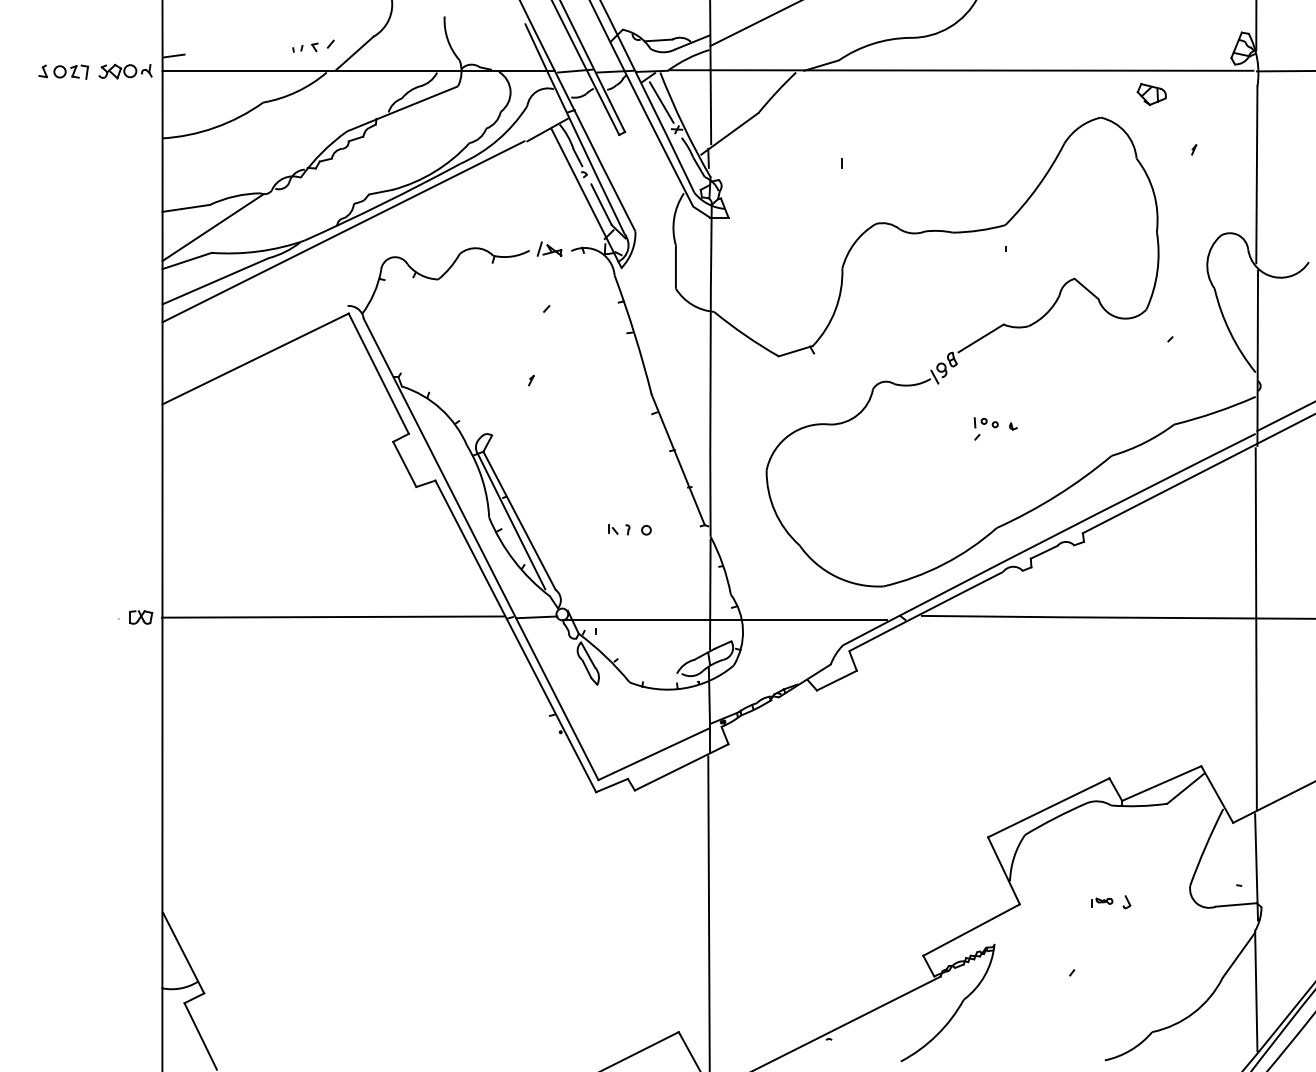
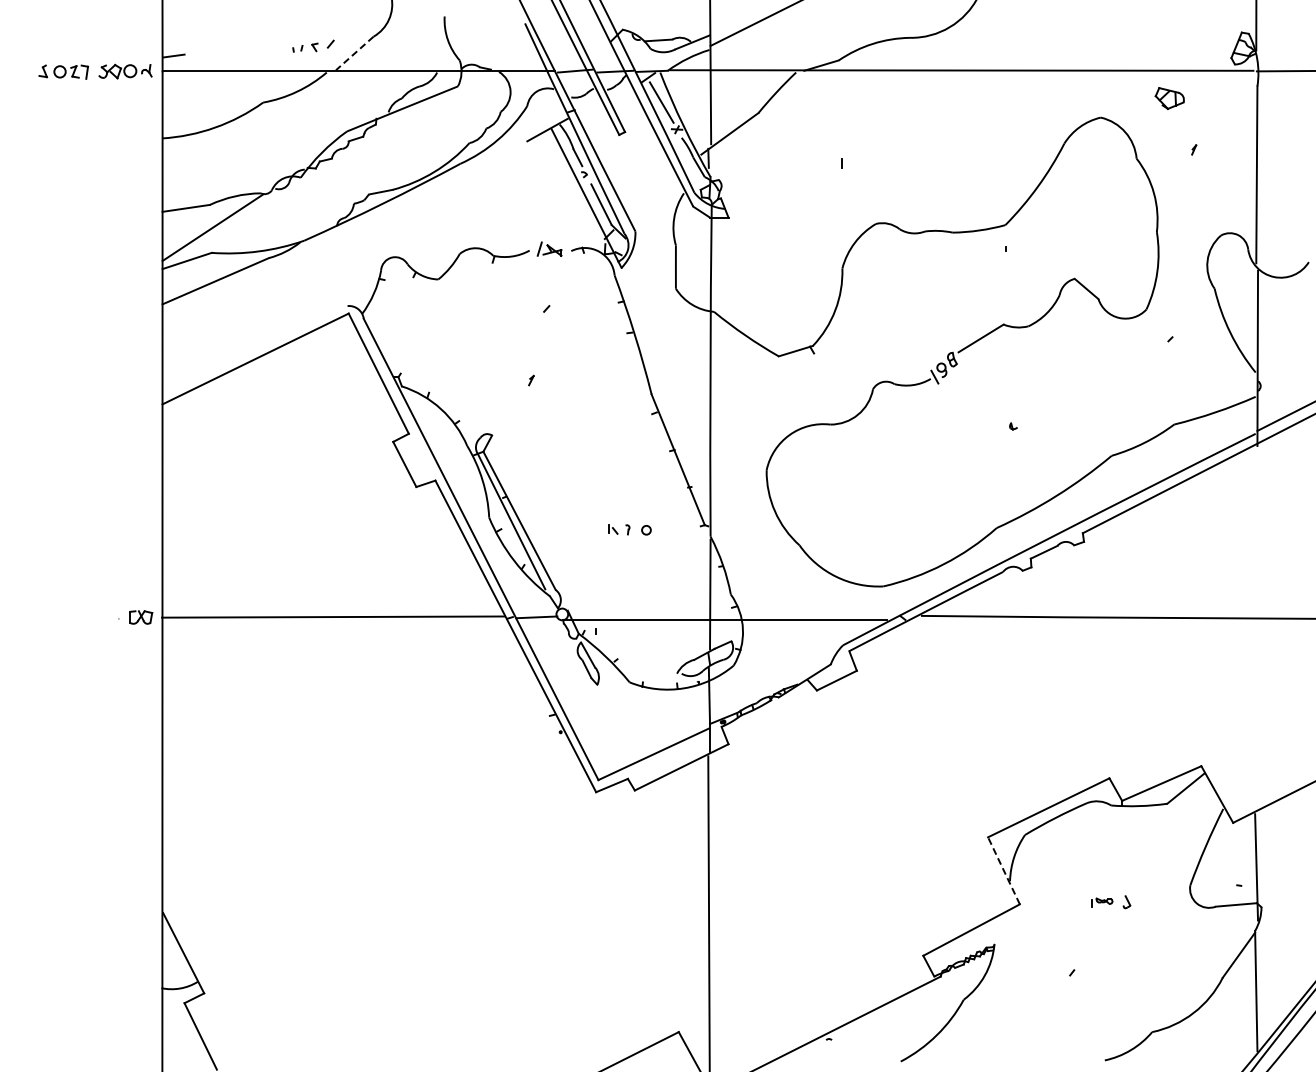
line at (354, 53): solid -> dashed
part at (1151, 94) position: (1151, 94) -> (1169, 98)
line at (343, 231): present -> none
part at (985, 428): present -> none
line at (1255, 629): present -> none
line at (1003, 870): solid -> dashed
